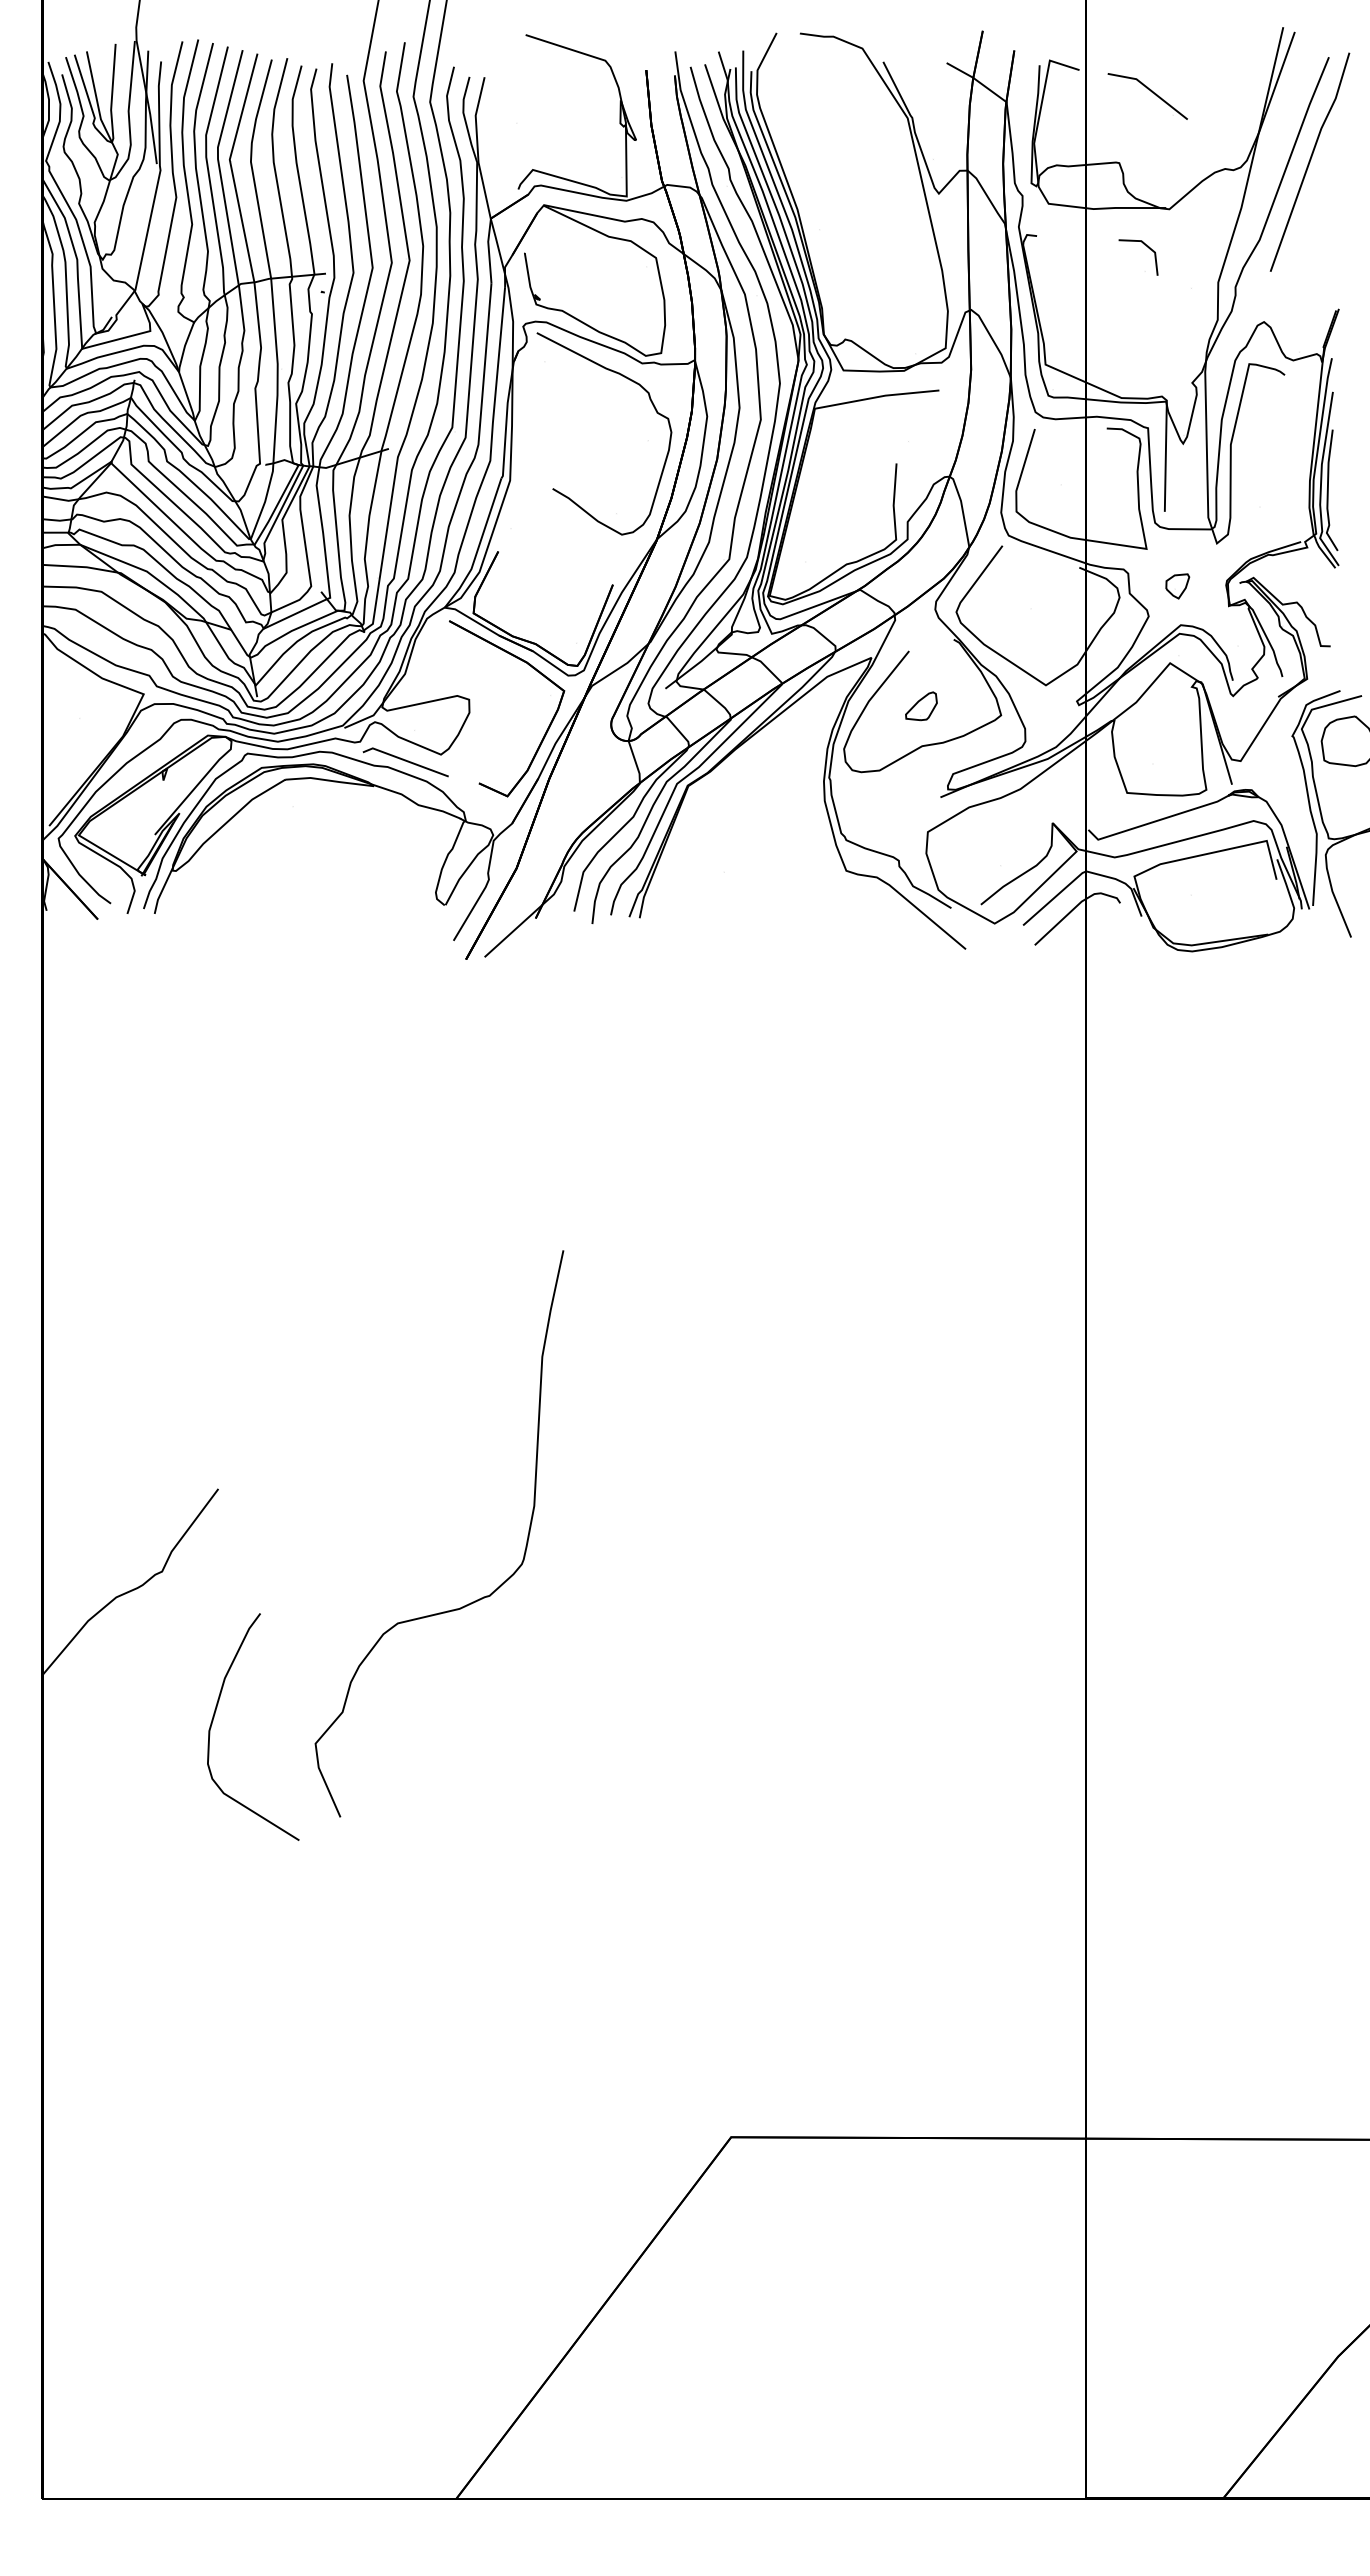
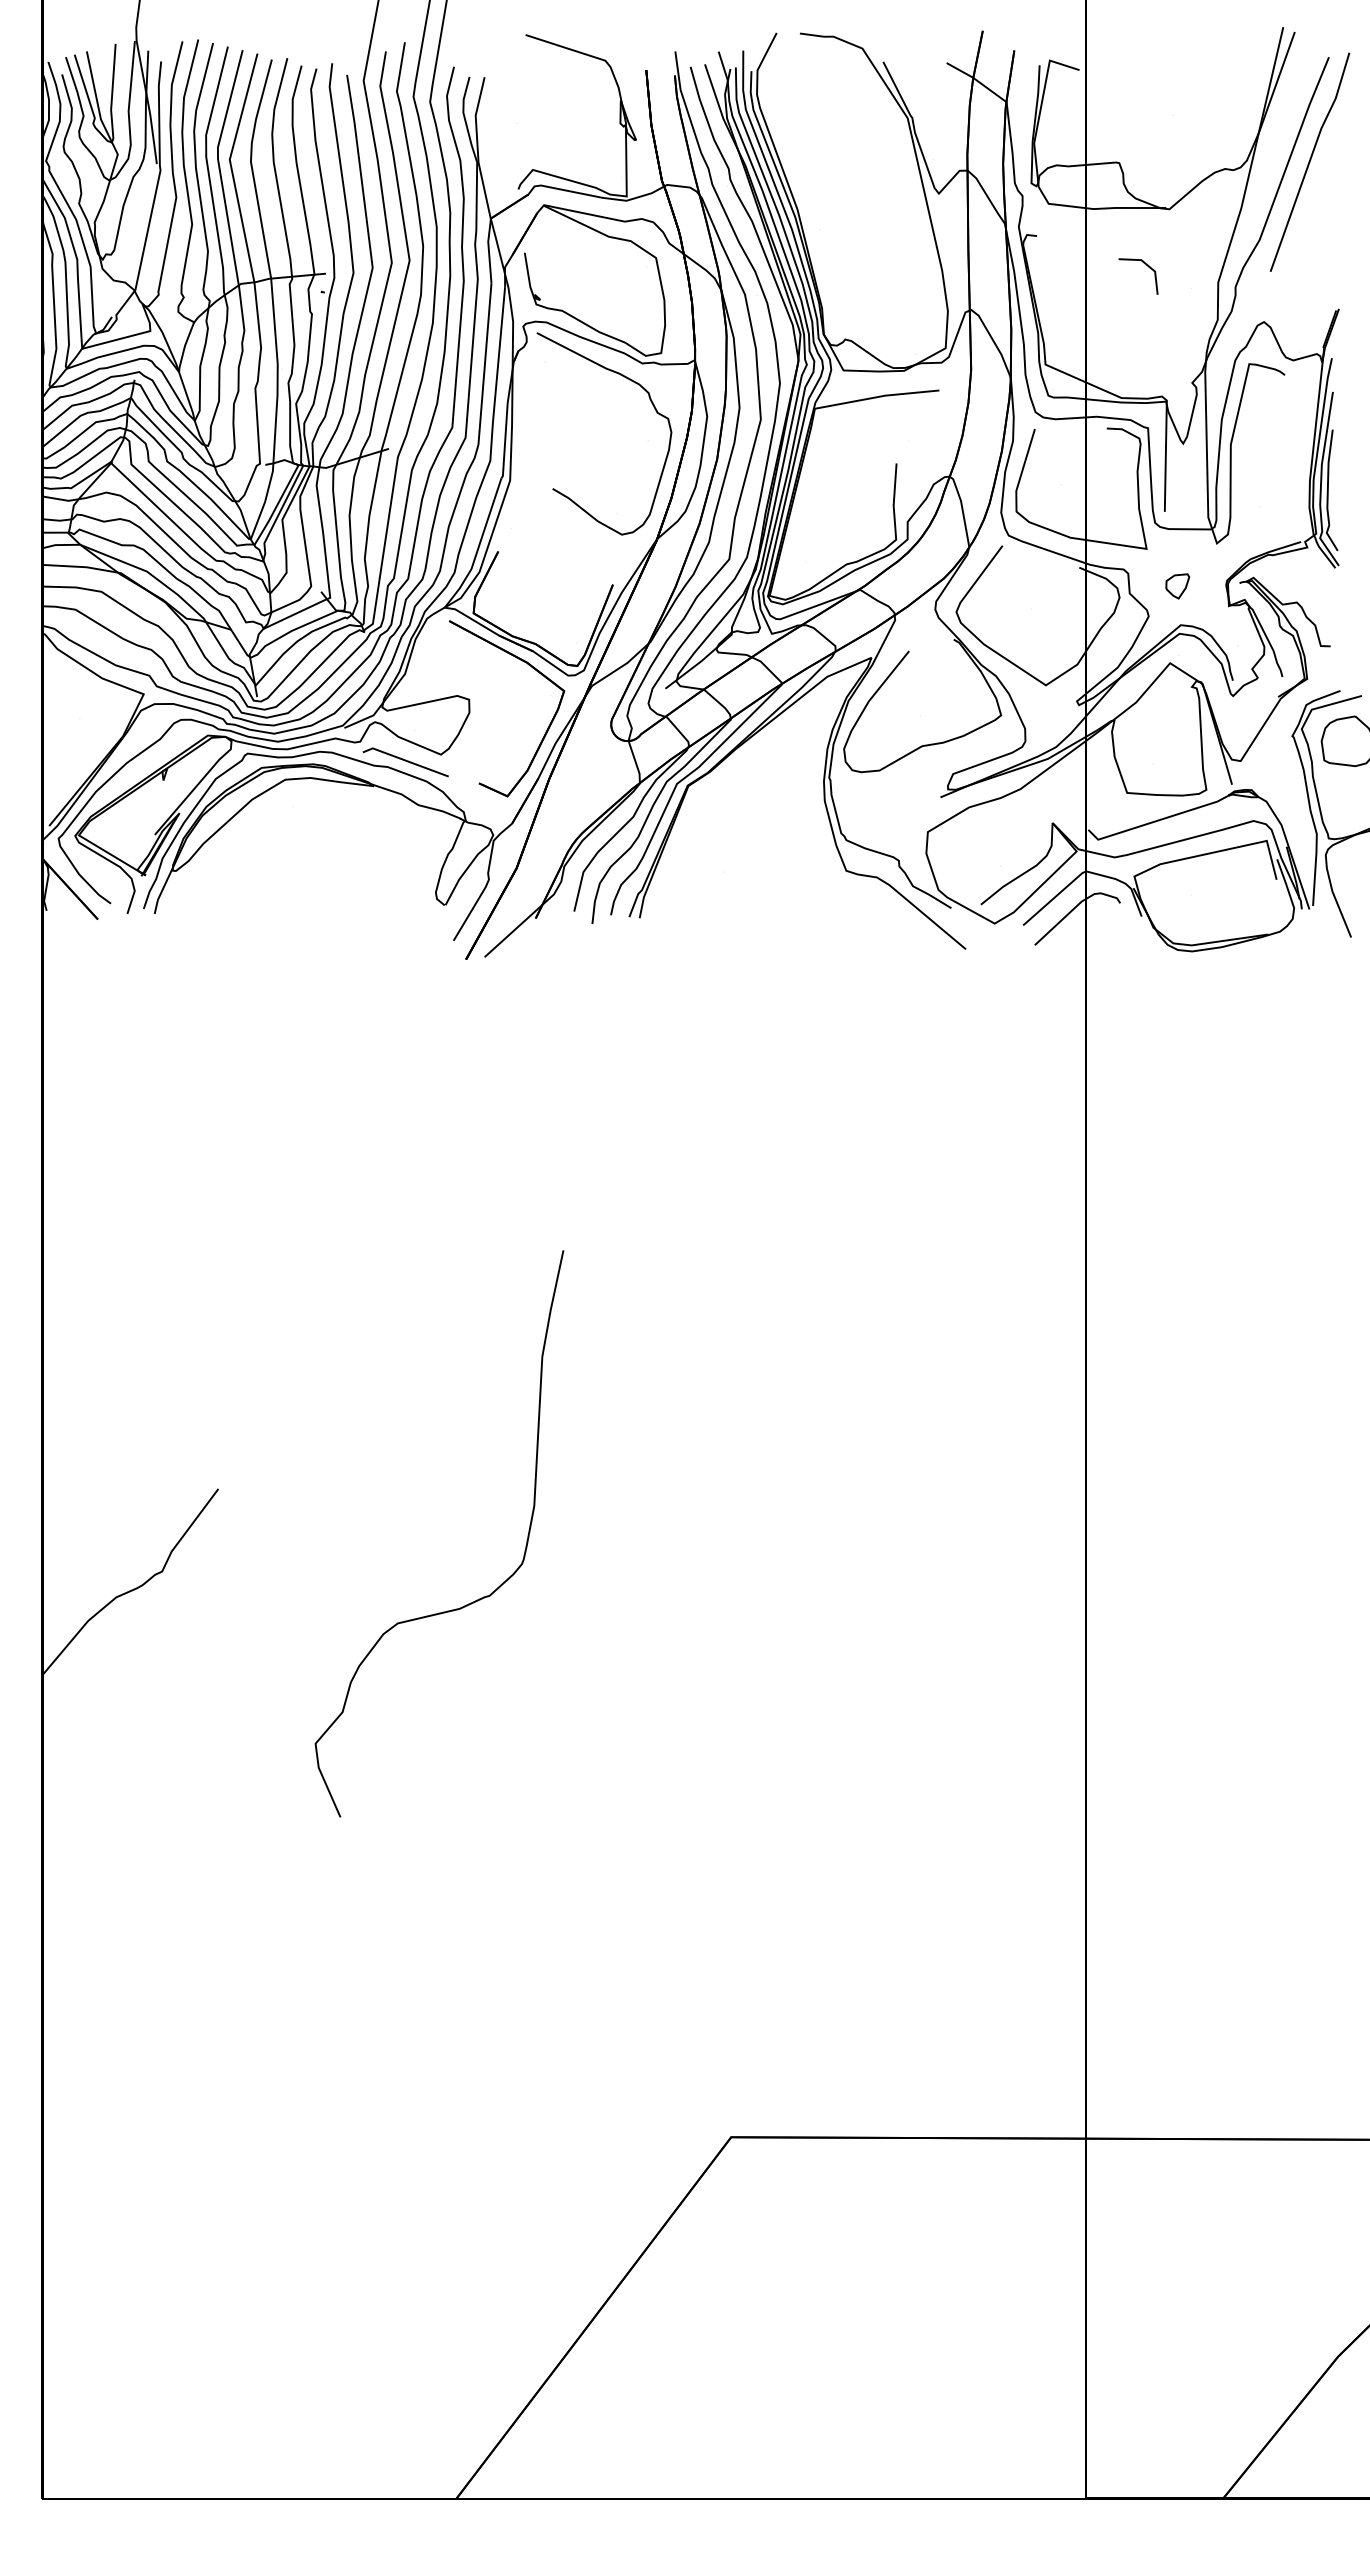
line at (1151, 92): present -> none
line at (1147, 247) position: (1147, 247) -> (1147, 266)
part at (921, 706): present -> none
curve at (215, 1714): present -> none
